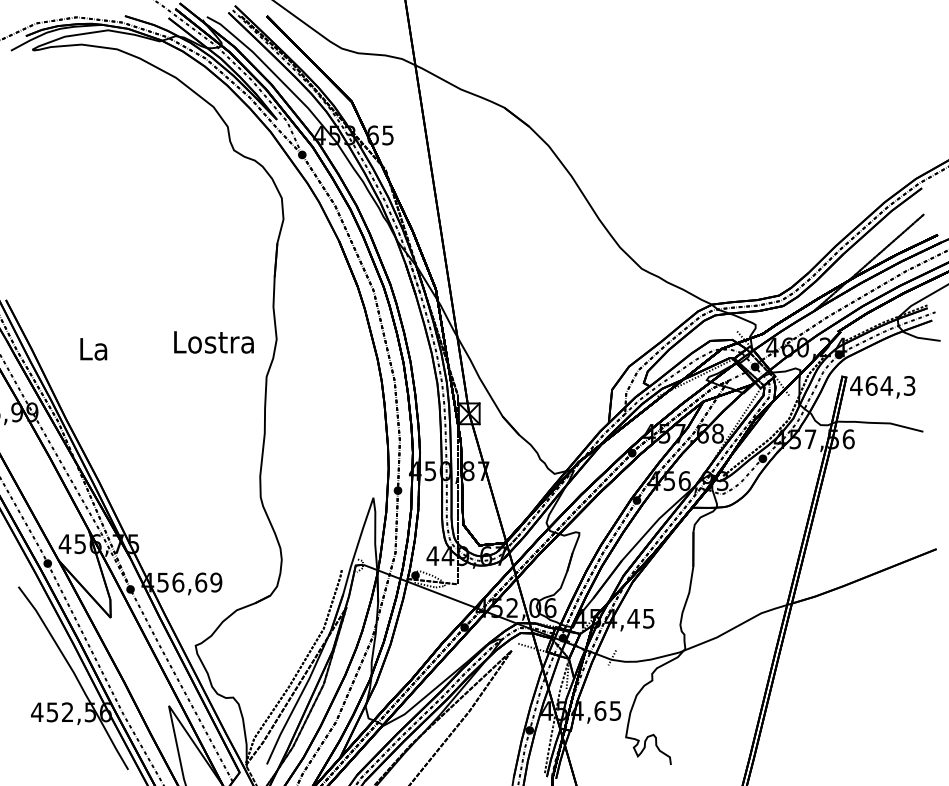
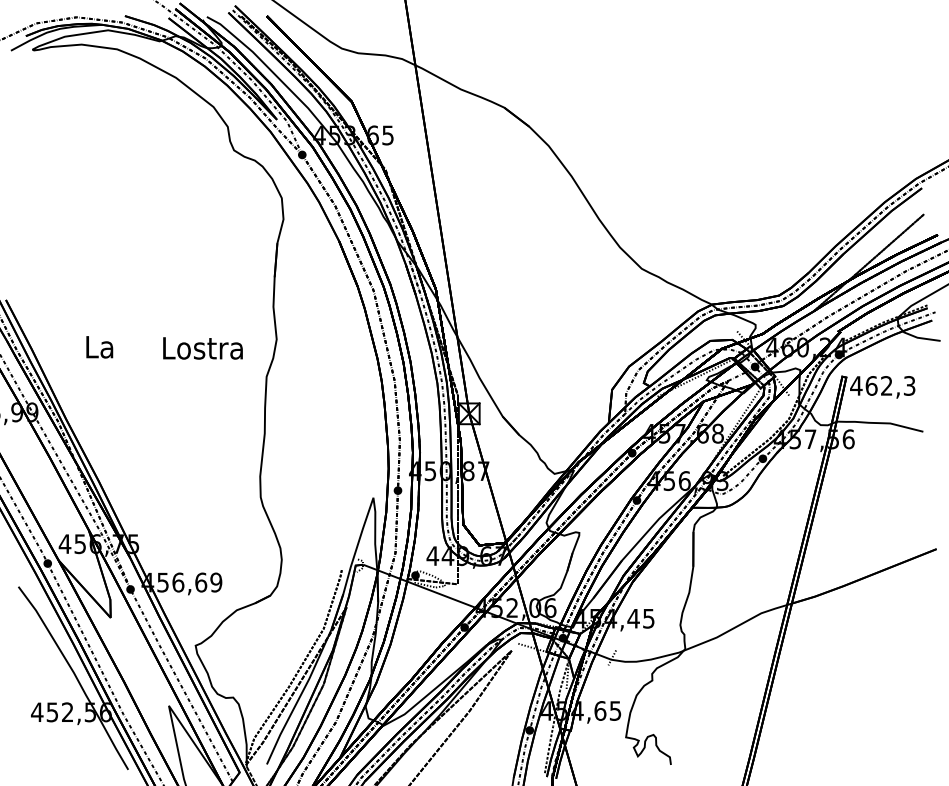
text at (213, 342) position: (213, 342) -> (202, 348)
text at (93, 349) position: (93, 349) -> (99, 347)
text at (886, 385): 464,3 -> 462,3
